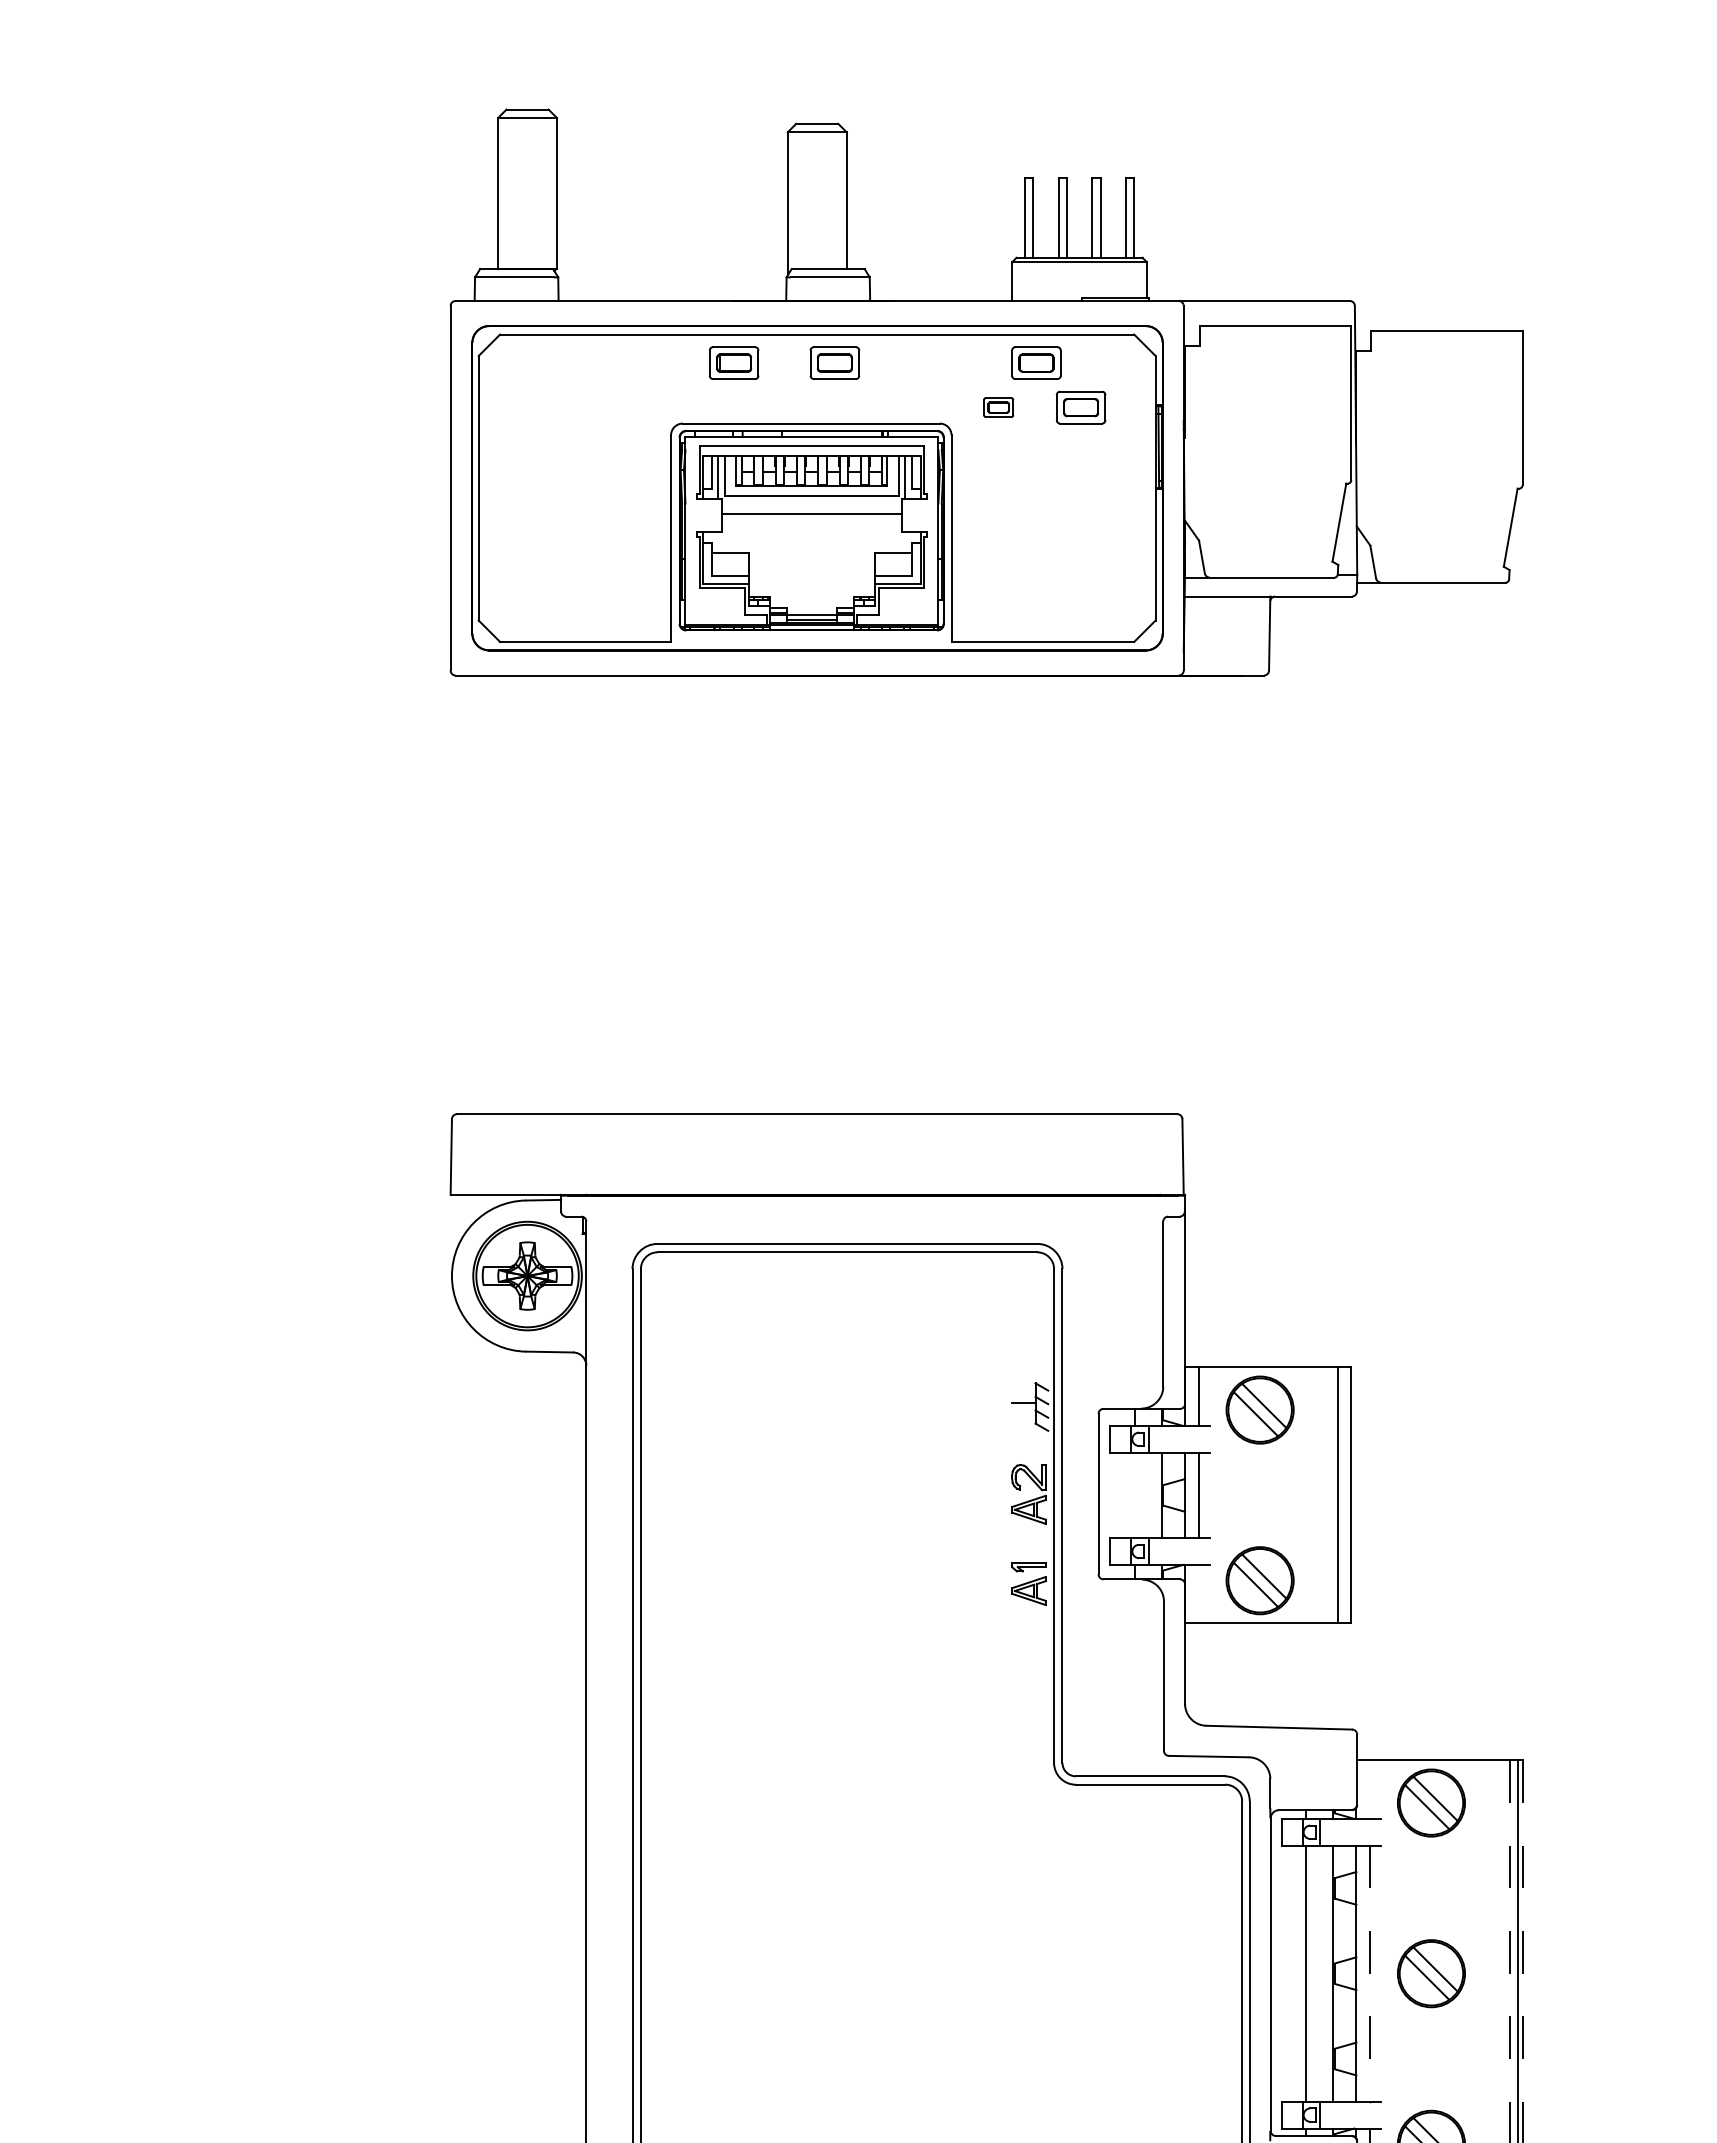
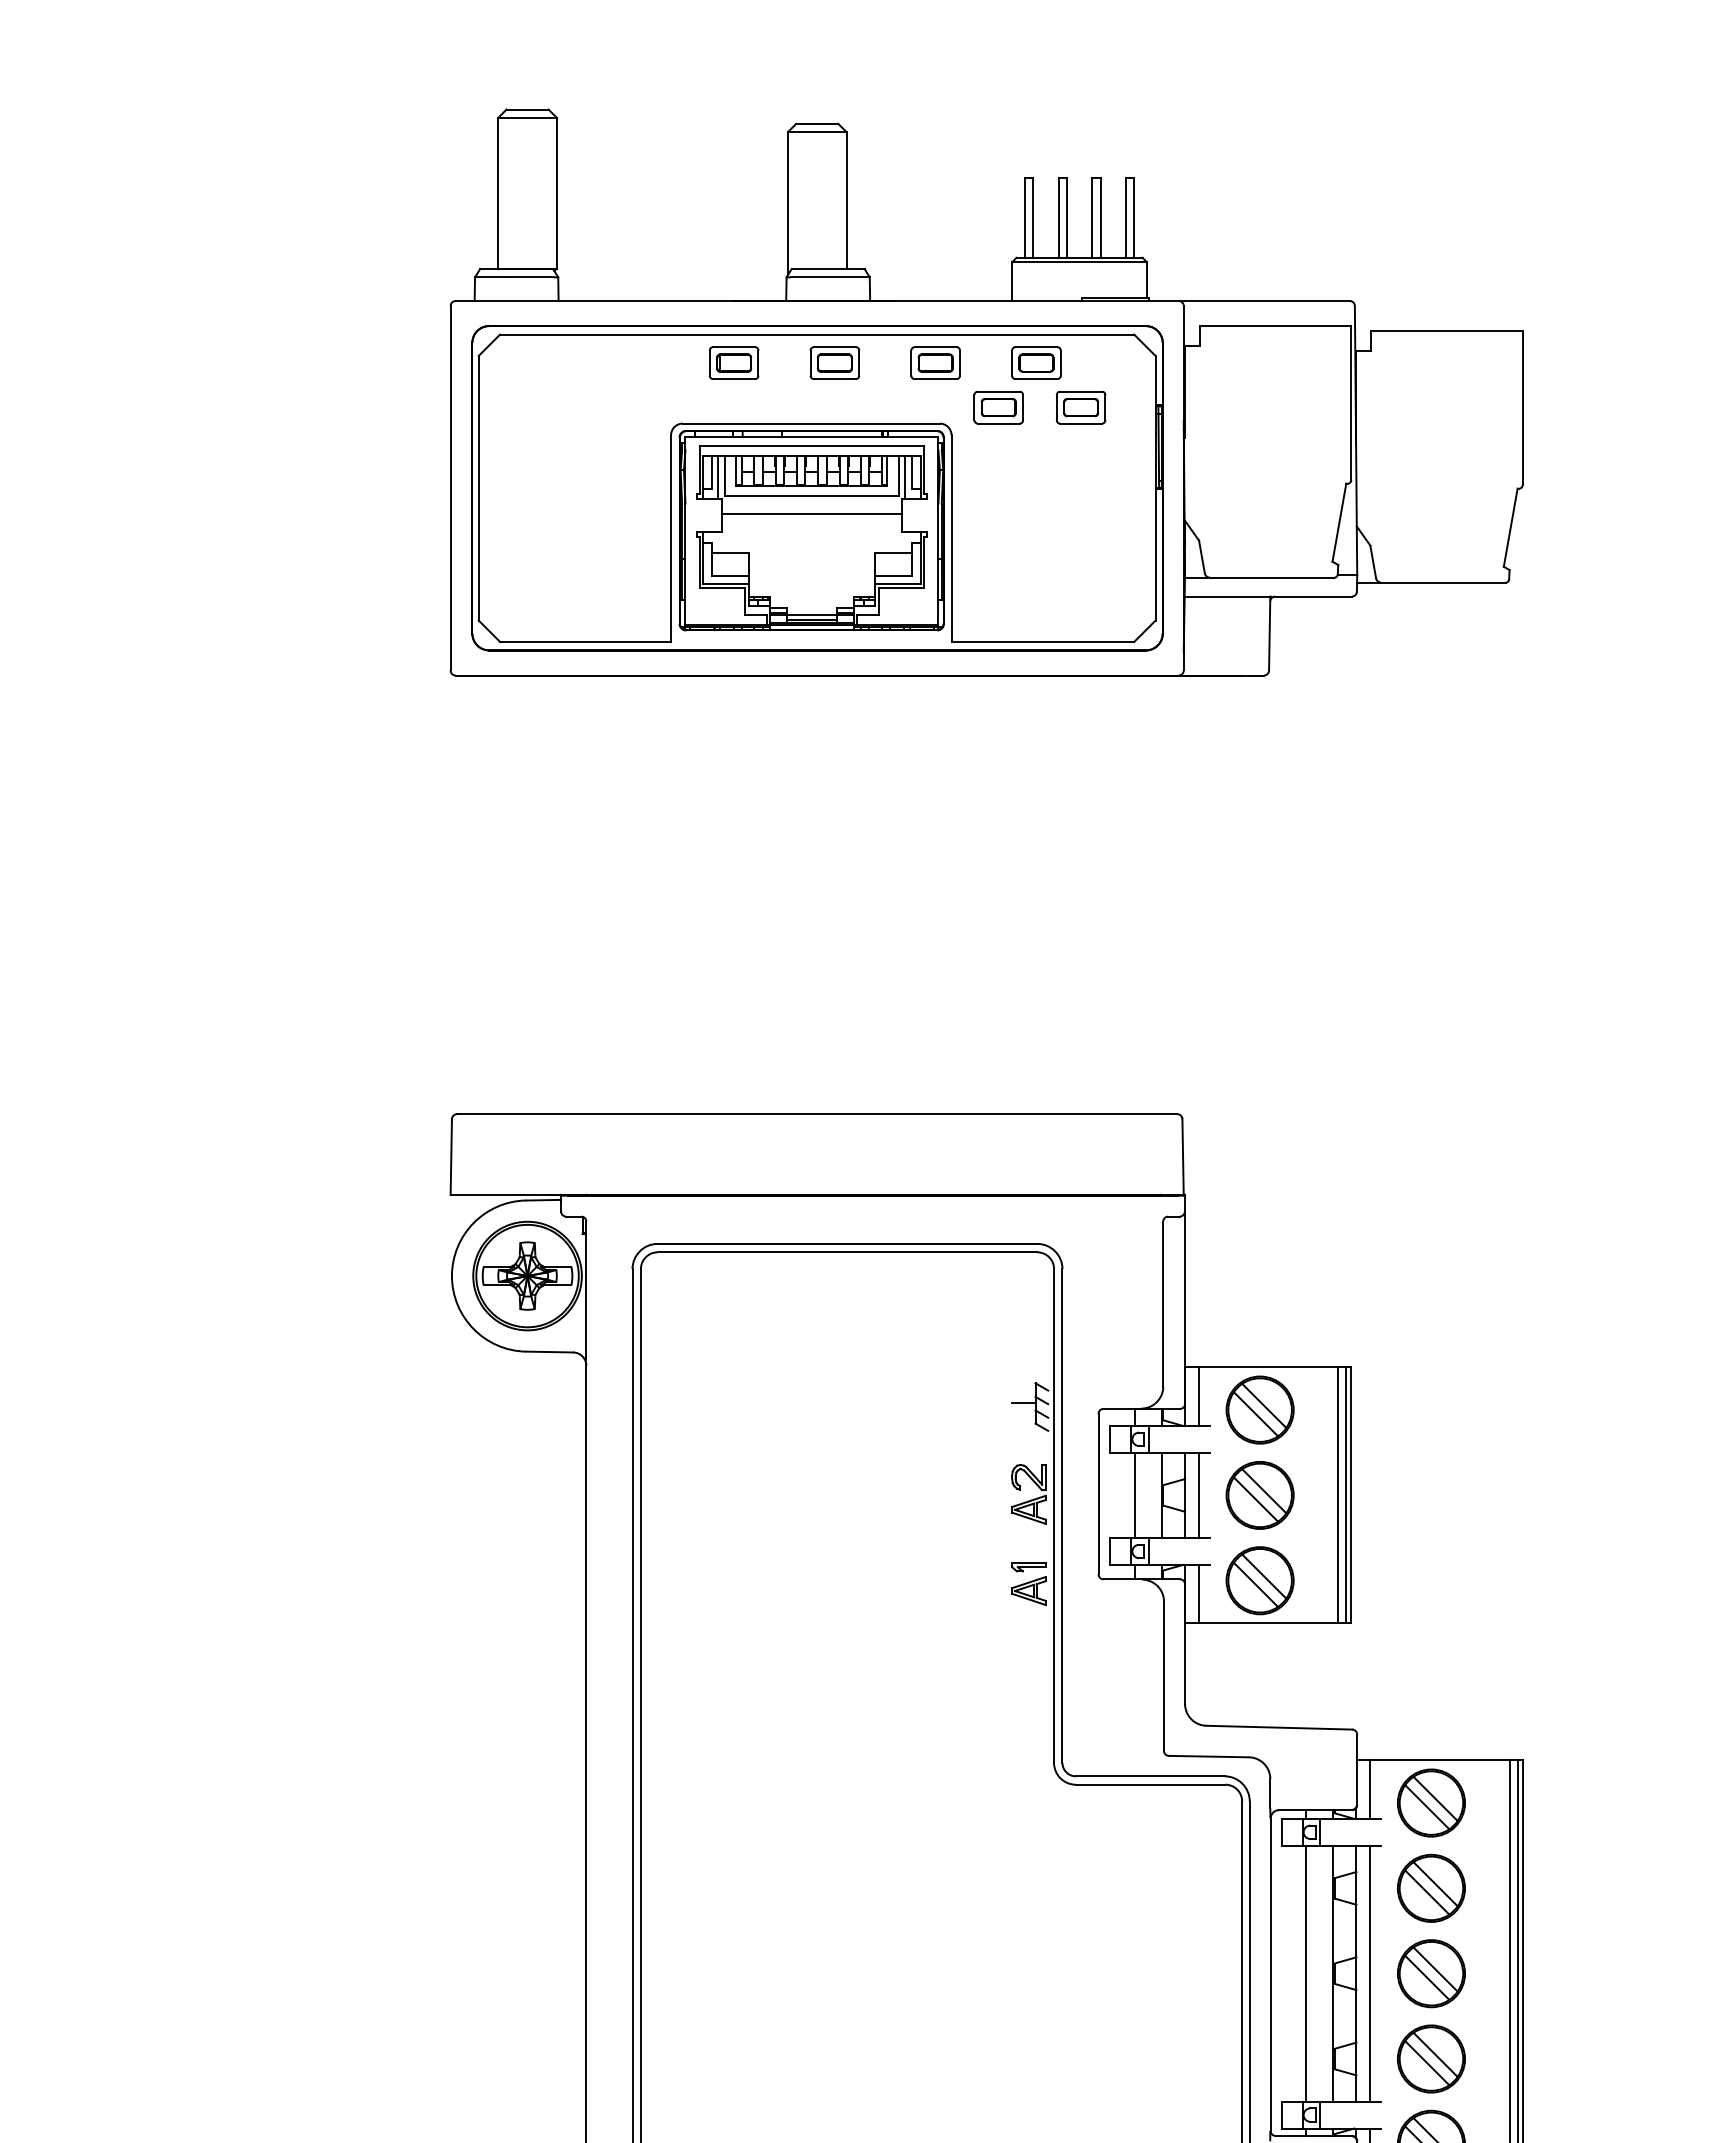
part at (935, 362): none -> present
part at (998, 407) size: 32x21 px -> 51x35 px
line at (1134, 1495): none -> present
part at (1259, 1495): none -> present
line at (1346, 1495): none -> present
line at (1199, 1593): none -> present
line at (1370, 1789): none -> present
part at (1431, 1887): none -> present
line at (1509, 1951): dashed -> solid
line at (1522, 1951): dashed -> solid
line at (1370, 1973): dashed -> solid
part at (1431, 2058): none -> present
